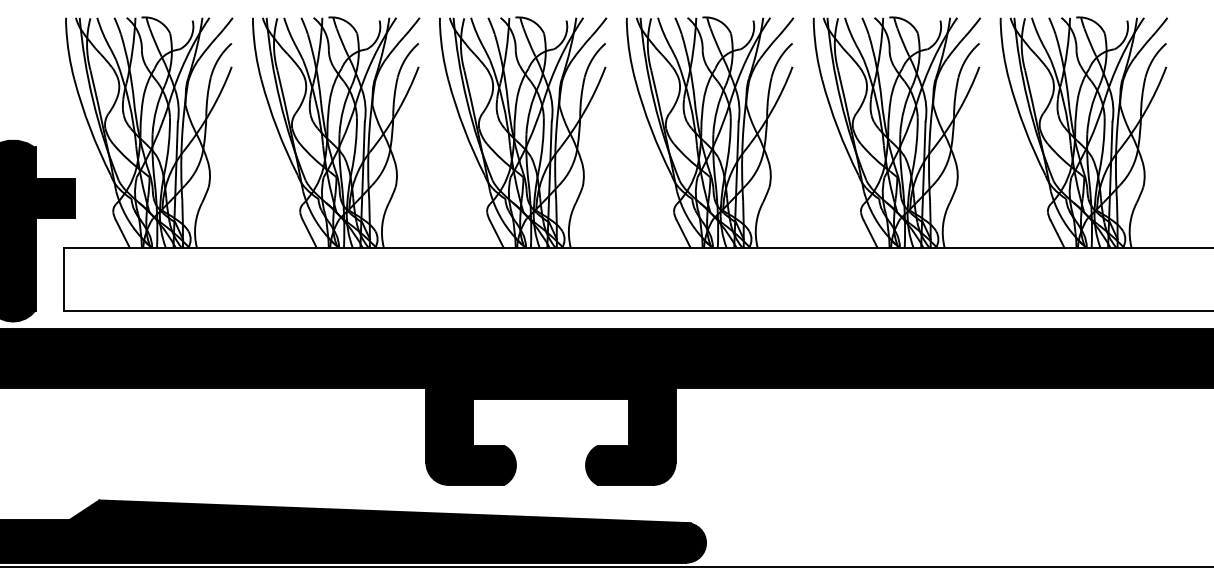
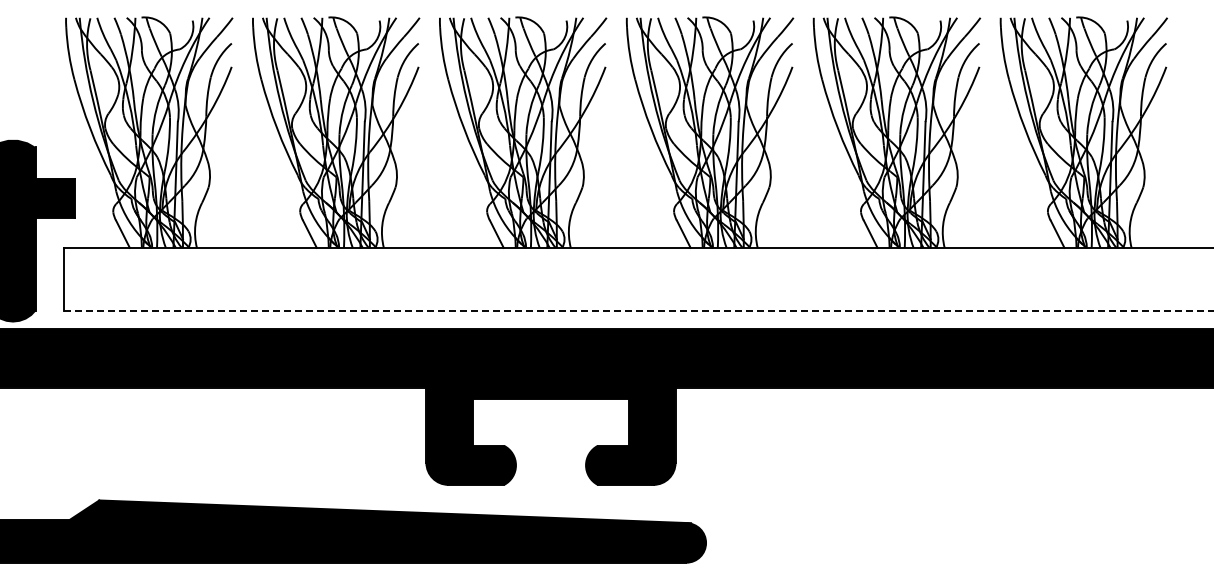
line at (639, 310): solid -> dashed
line at (606, 566): present -> none
